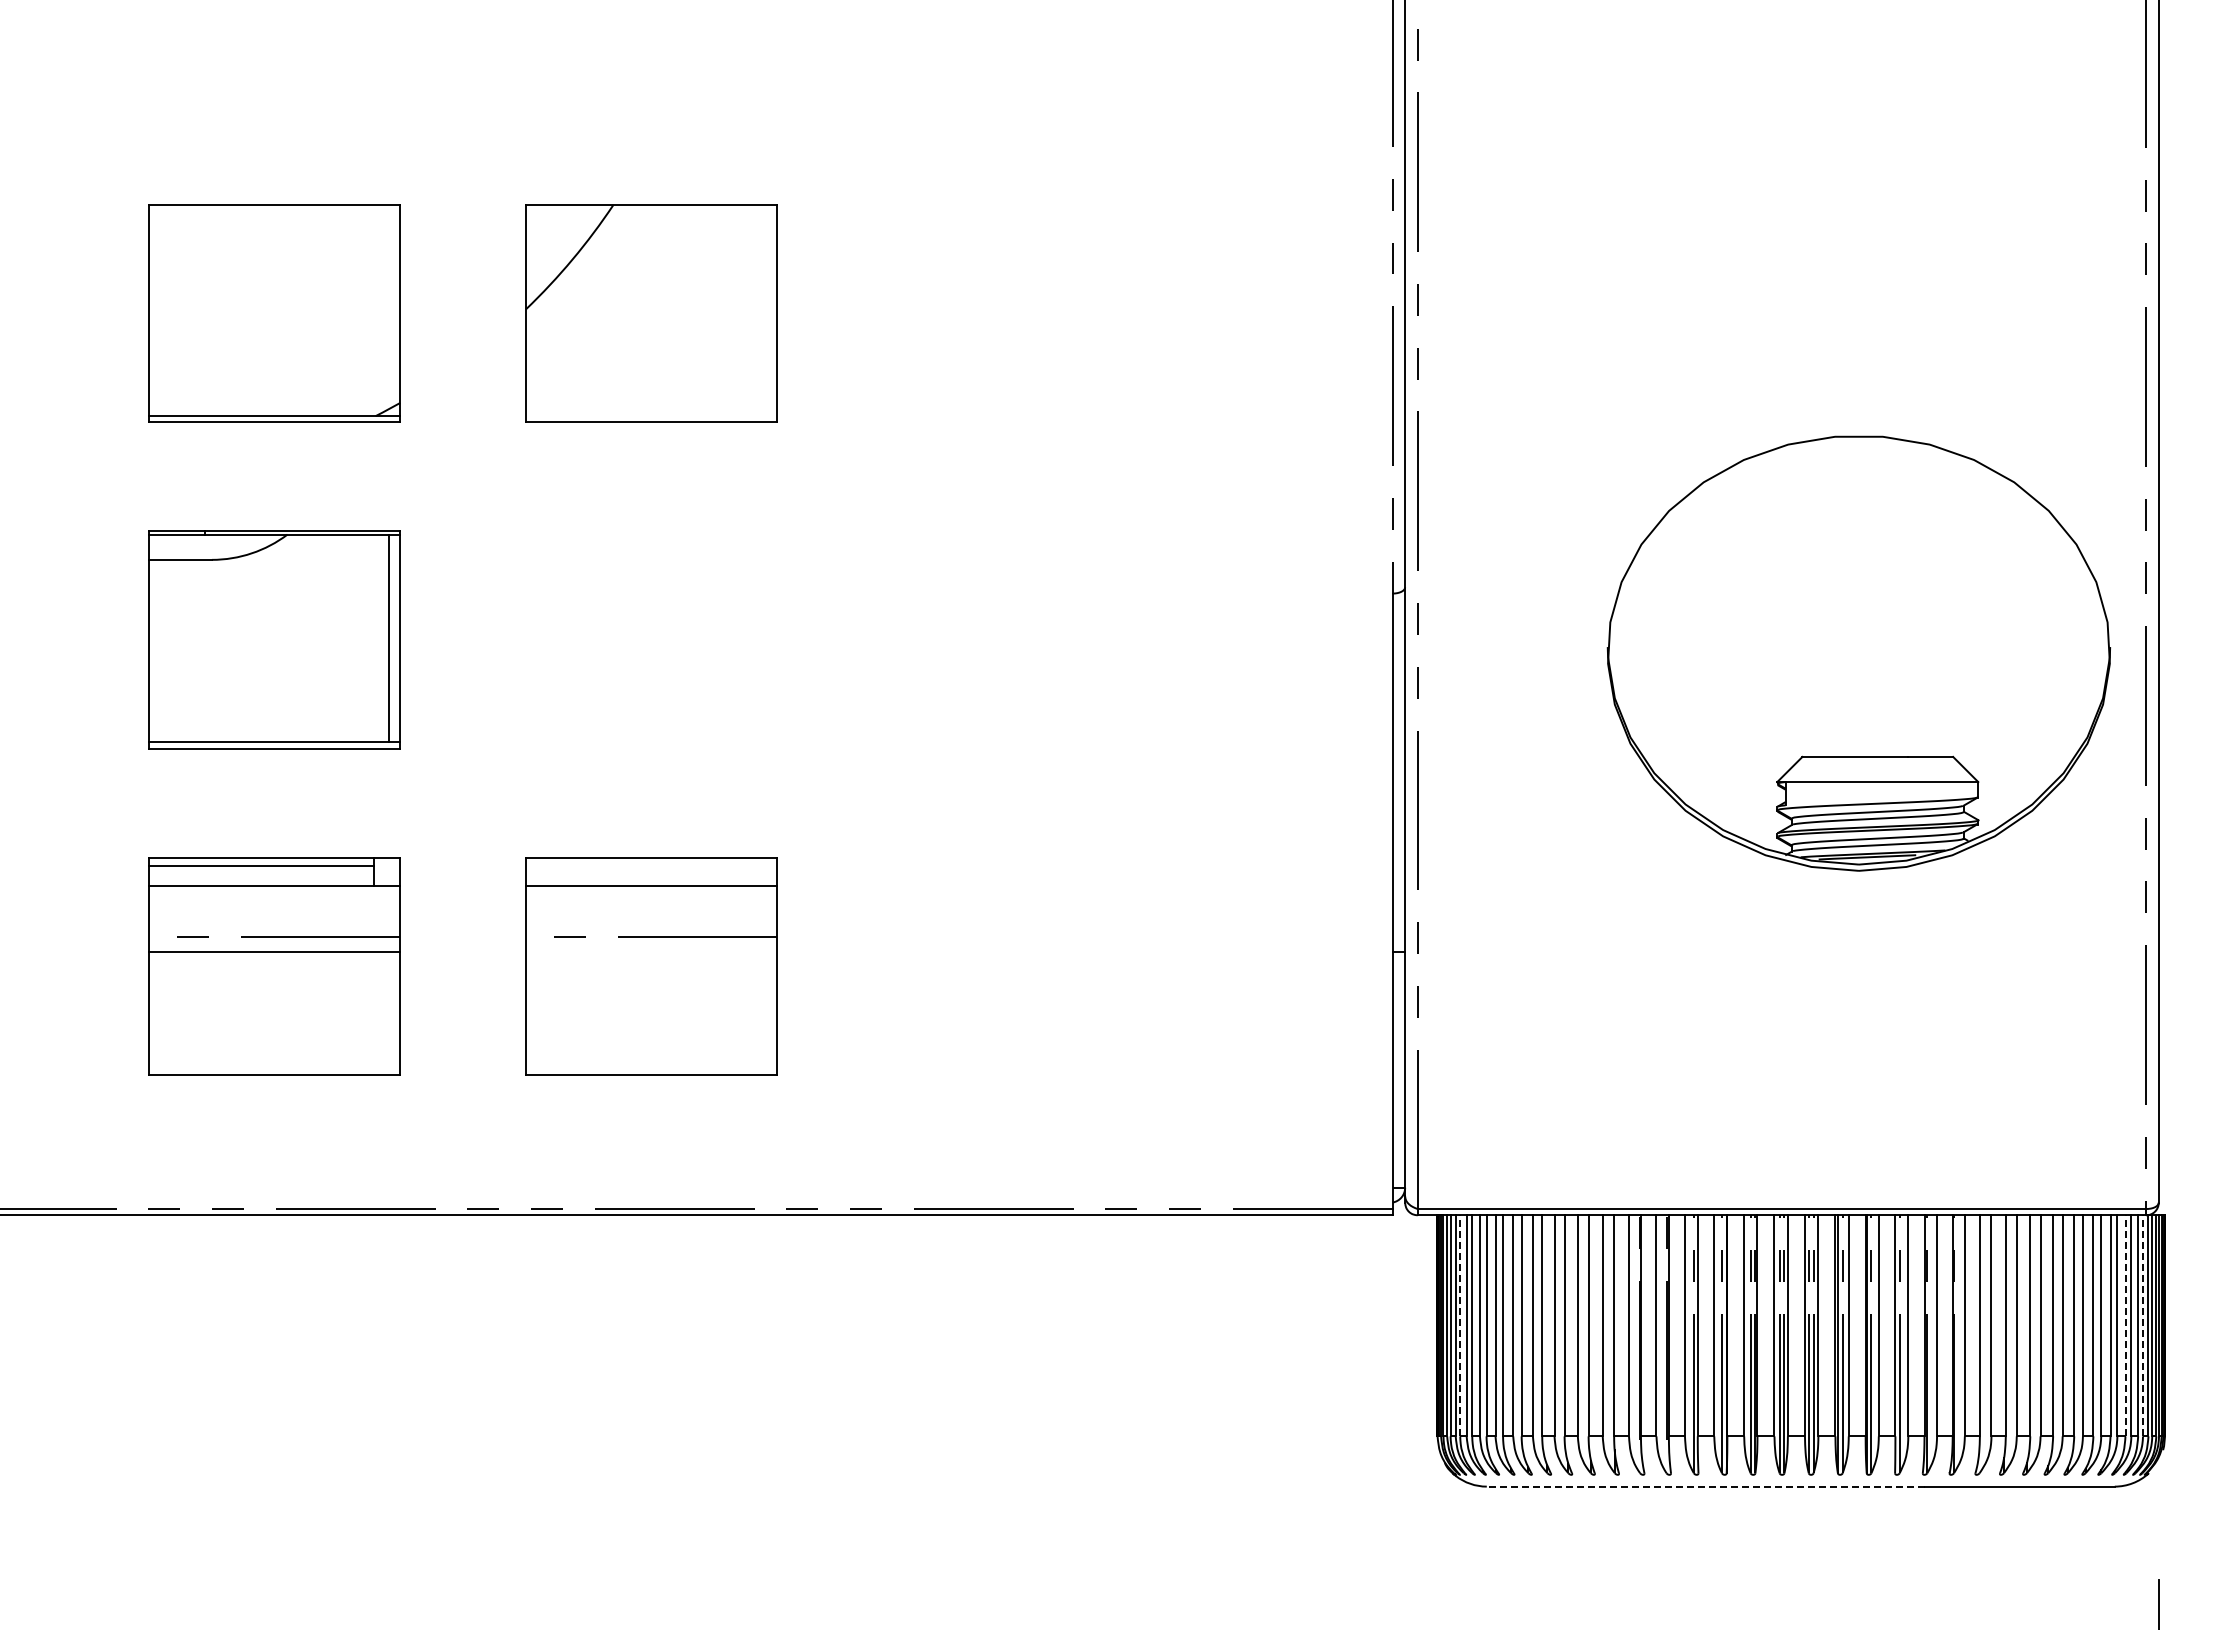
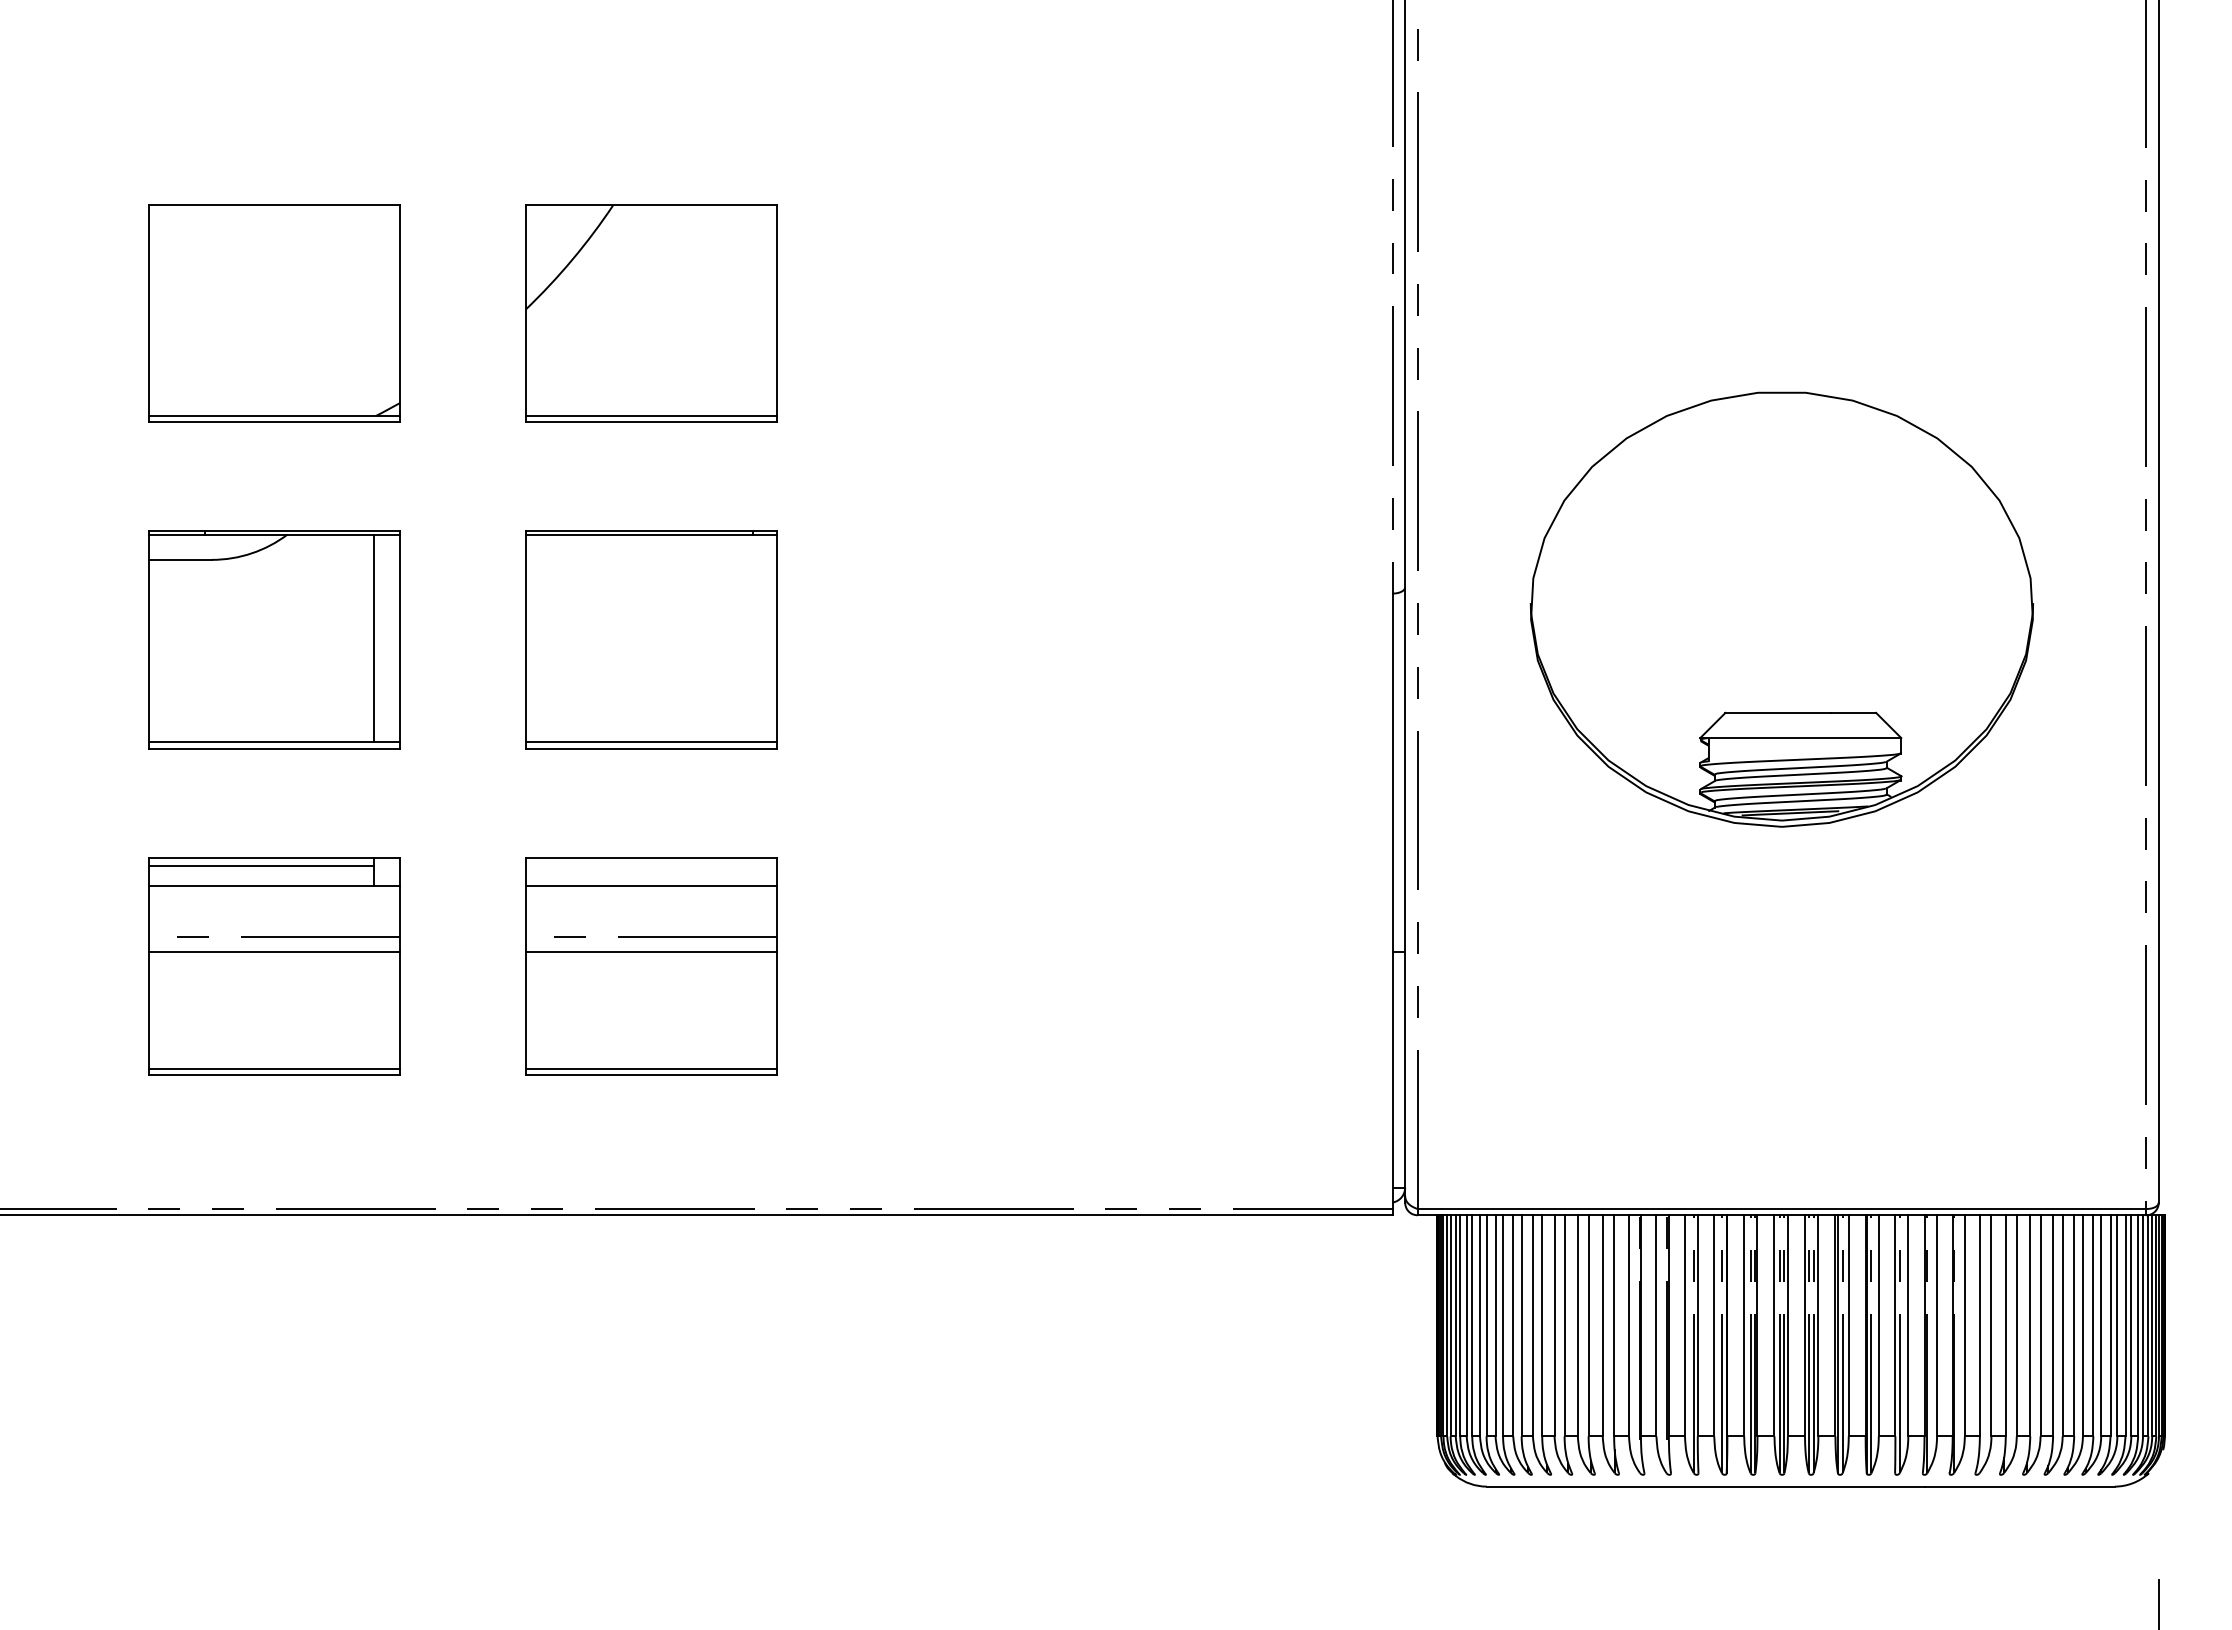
line at (651, 416): none -> present
line at (388, 638) position: (388, 638) -> (373, 638)
part at (651, 639): none -> present
part at (1858, 653) position: (1858, 653) -> (1781, 609)
line at (651, 951): none -> present
line at (274, 1068): none -> present
line at (651, 1068): none -> present
line at (1460, 1325): dashed -> solid
line at (2125, 1325): dashed -> solid
line at (2143, 1325): dashed -> solid
line at (1705, 1486): dashed -> solid
